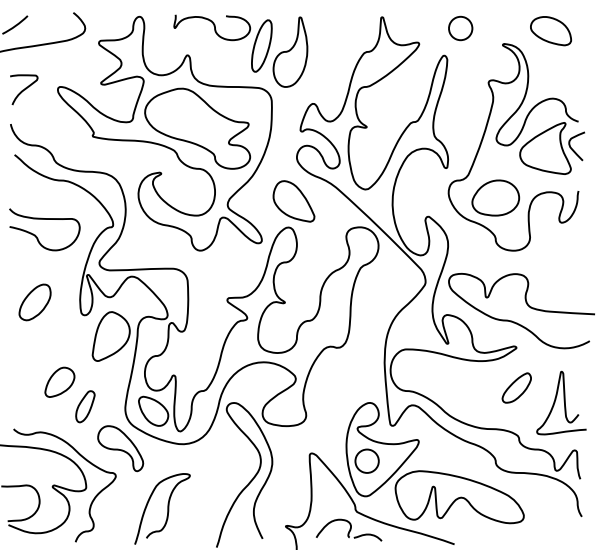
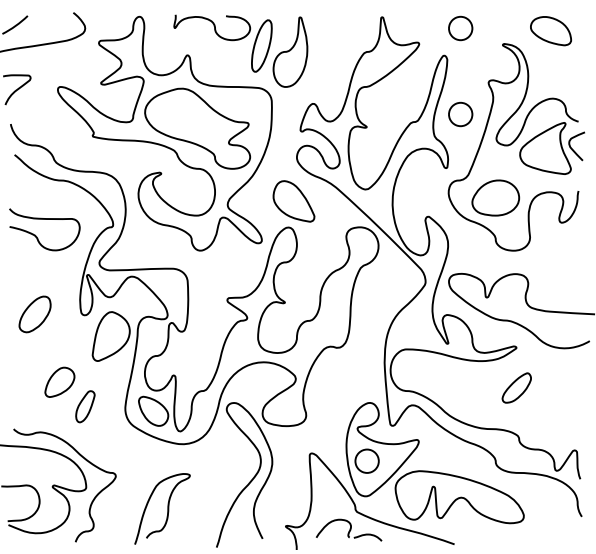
curve at (24, 89) position: (24, 89) -> (17, 89)
part at (460, 114): none -> present
part at (34, 302) position: (34, 302) -> (34, 314)
curve at (563, 401): present -> none
part at (120, 448): present -> none
